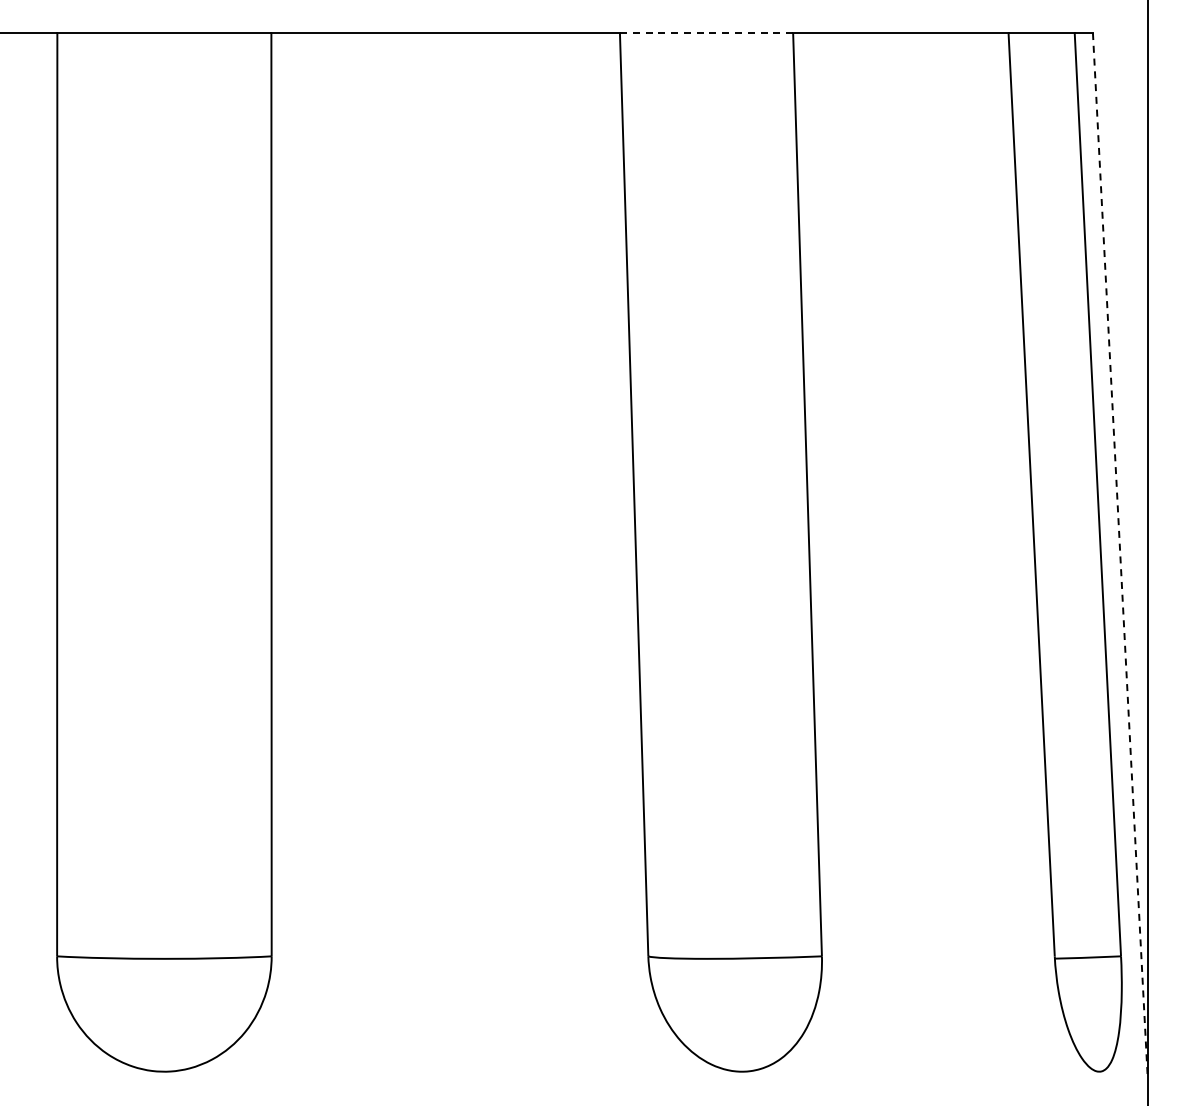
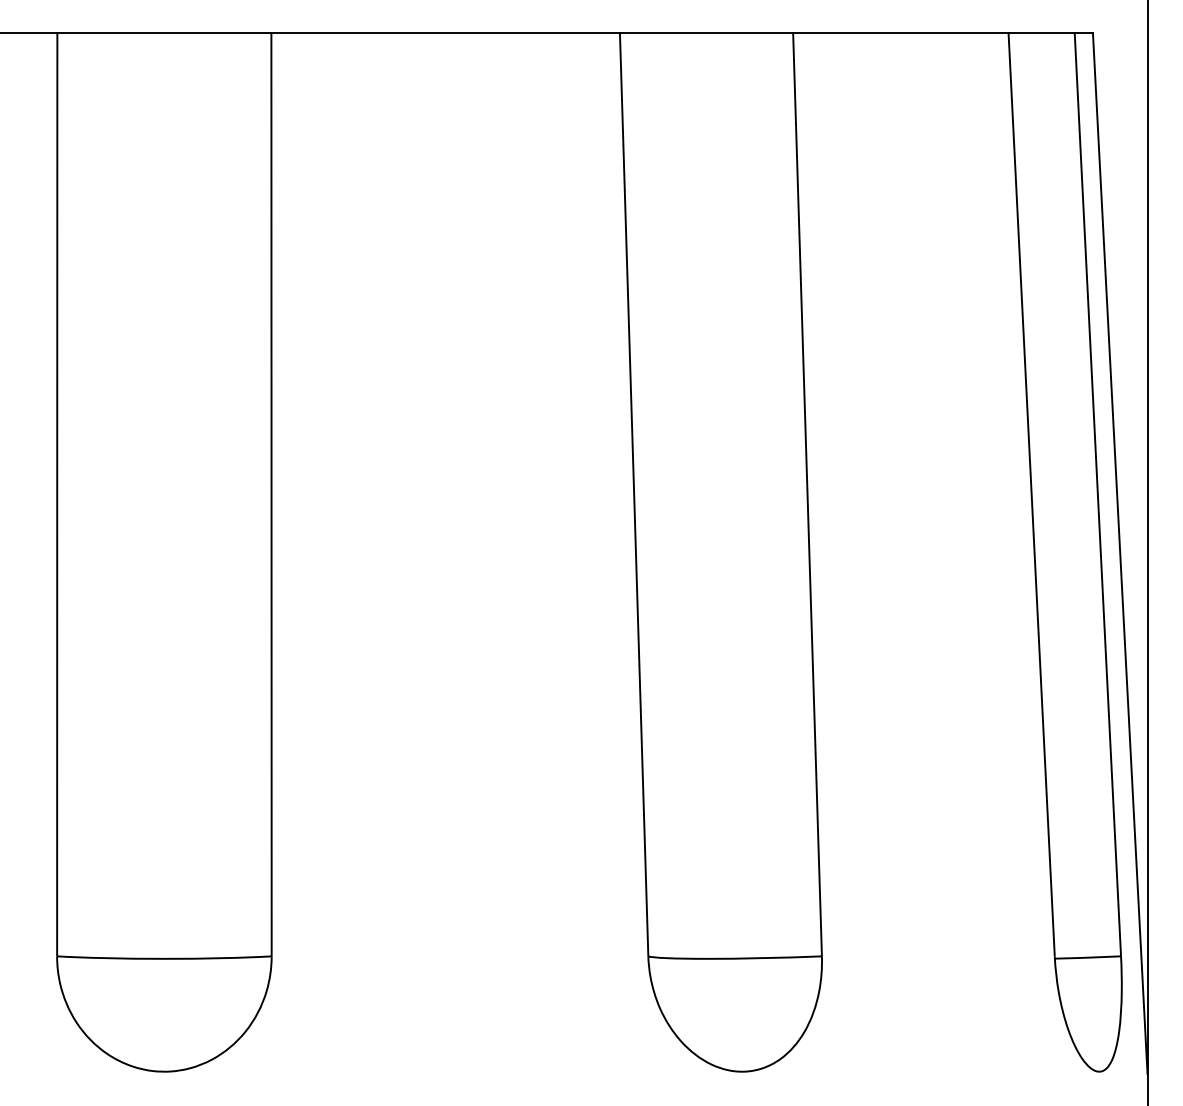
line at (706, 33): dashed -> solid
line at (1120, 554): dashed -> solid
